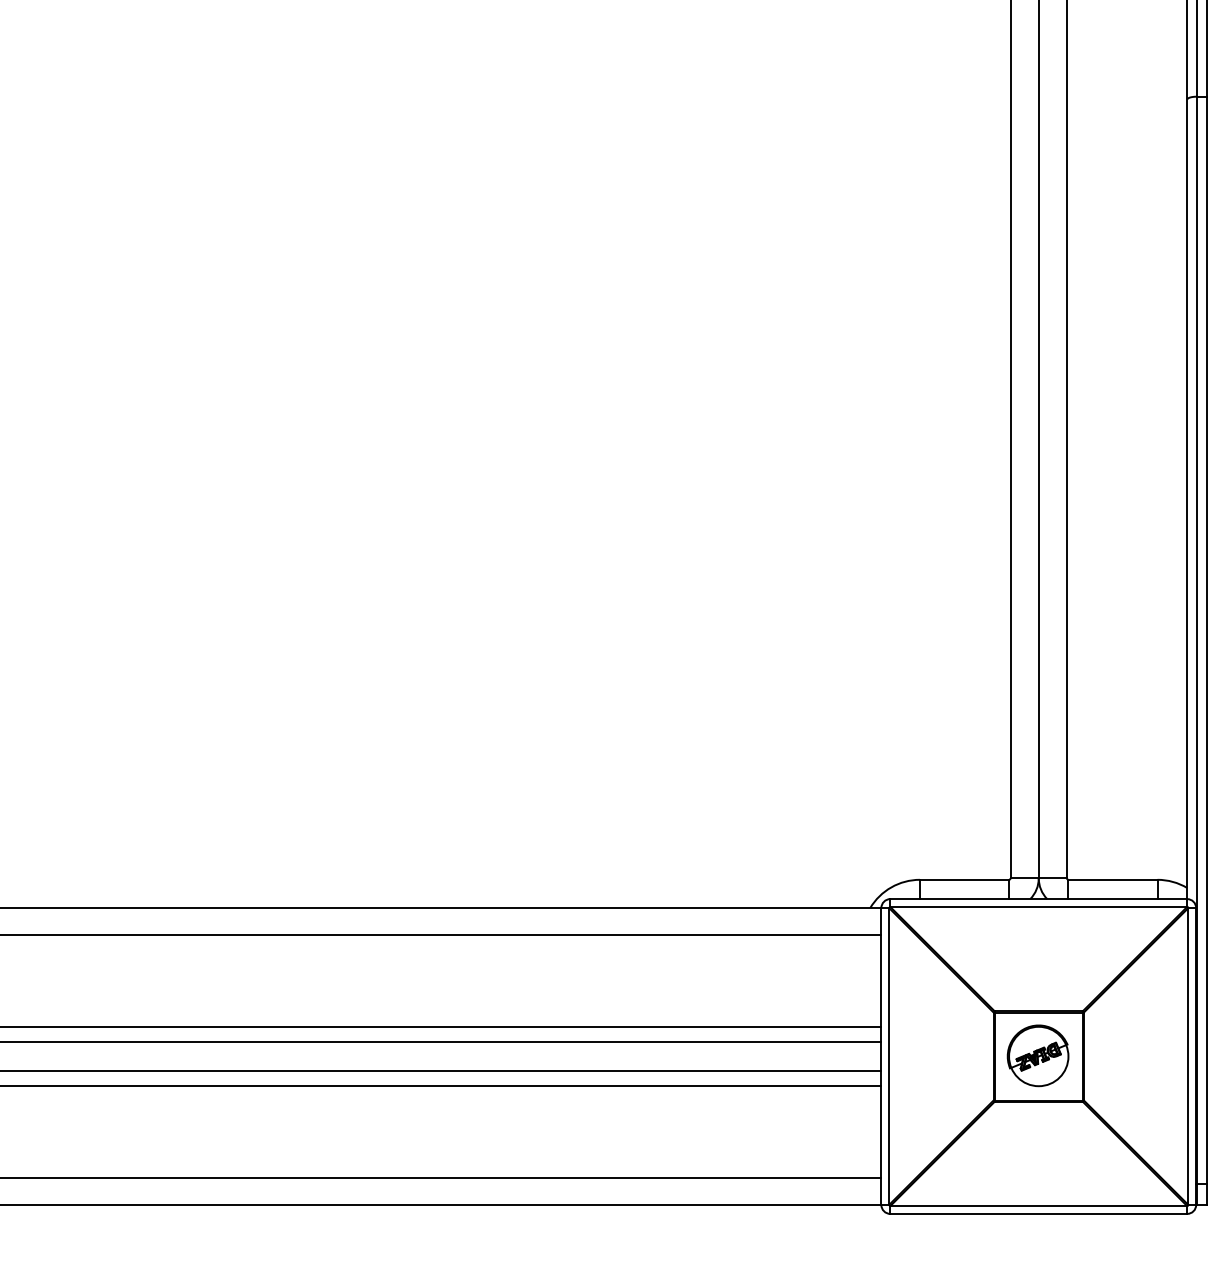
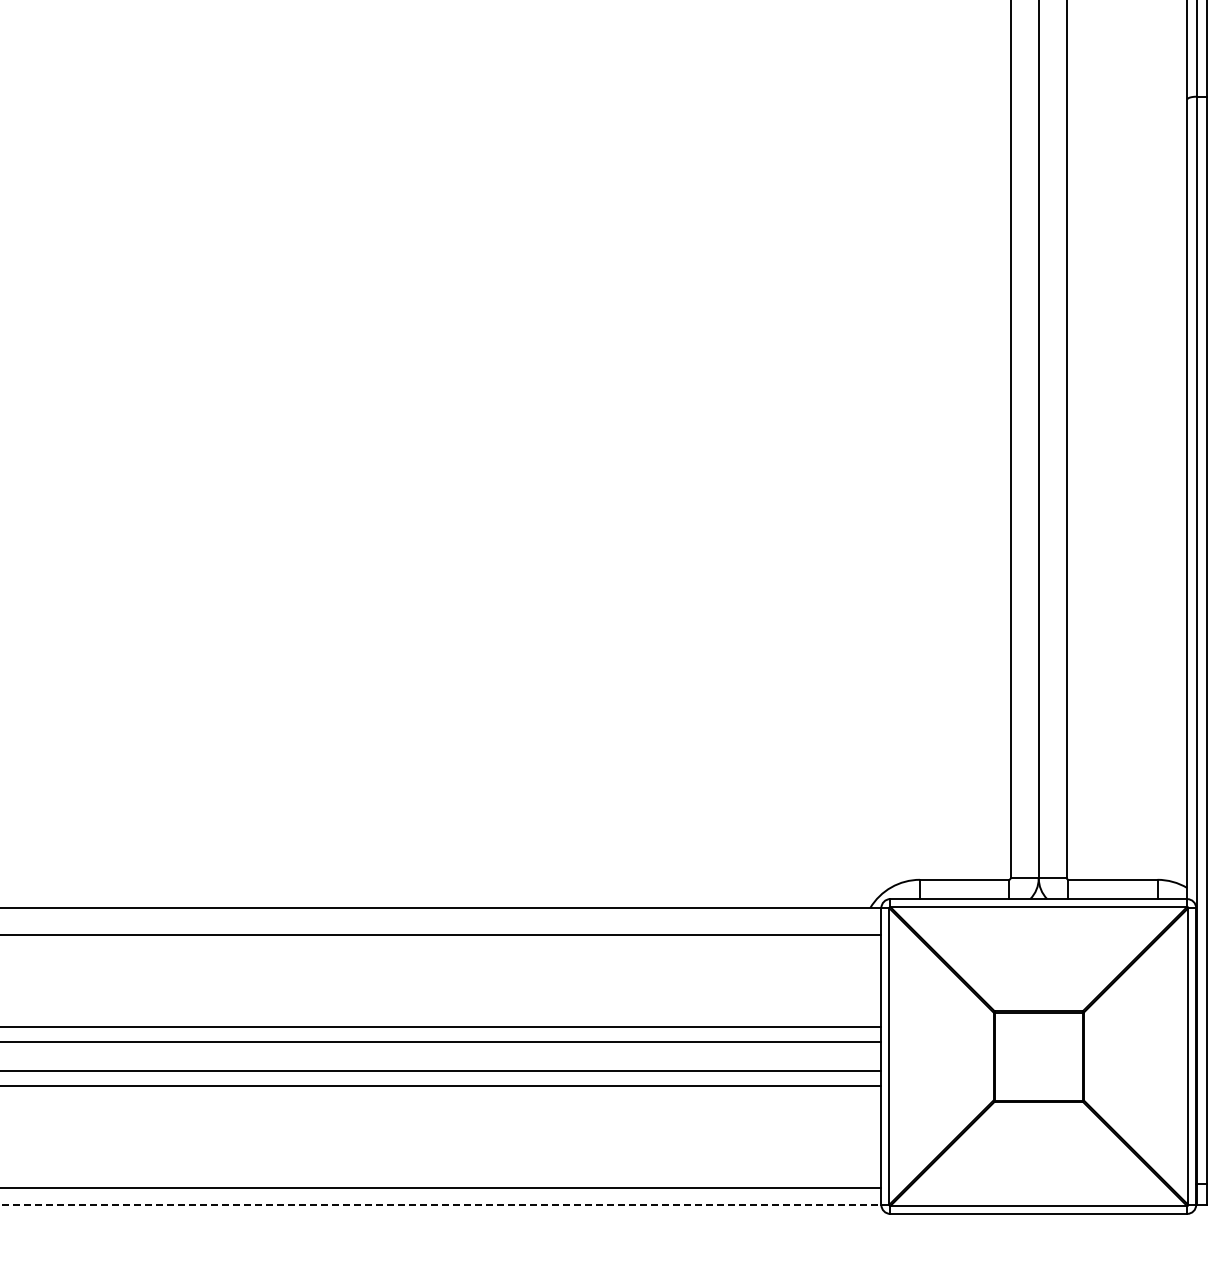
part at (1037, 1055): present -> none
line at (441, 1178) position: (441, 1178) -> (441, 1188)
line at (444, 1204): solid -> dashed
